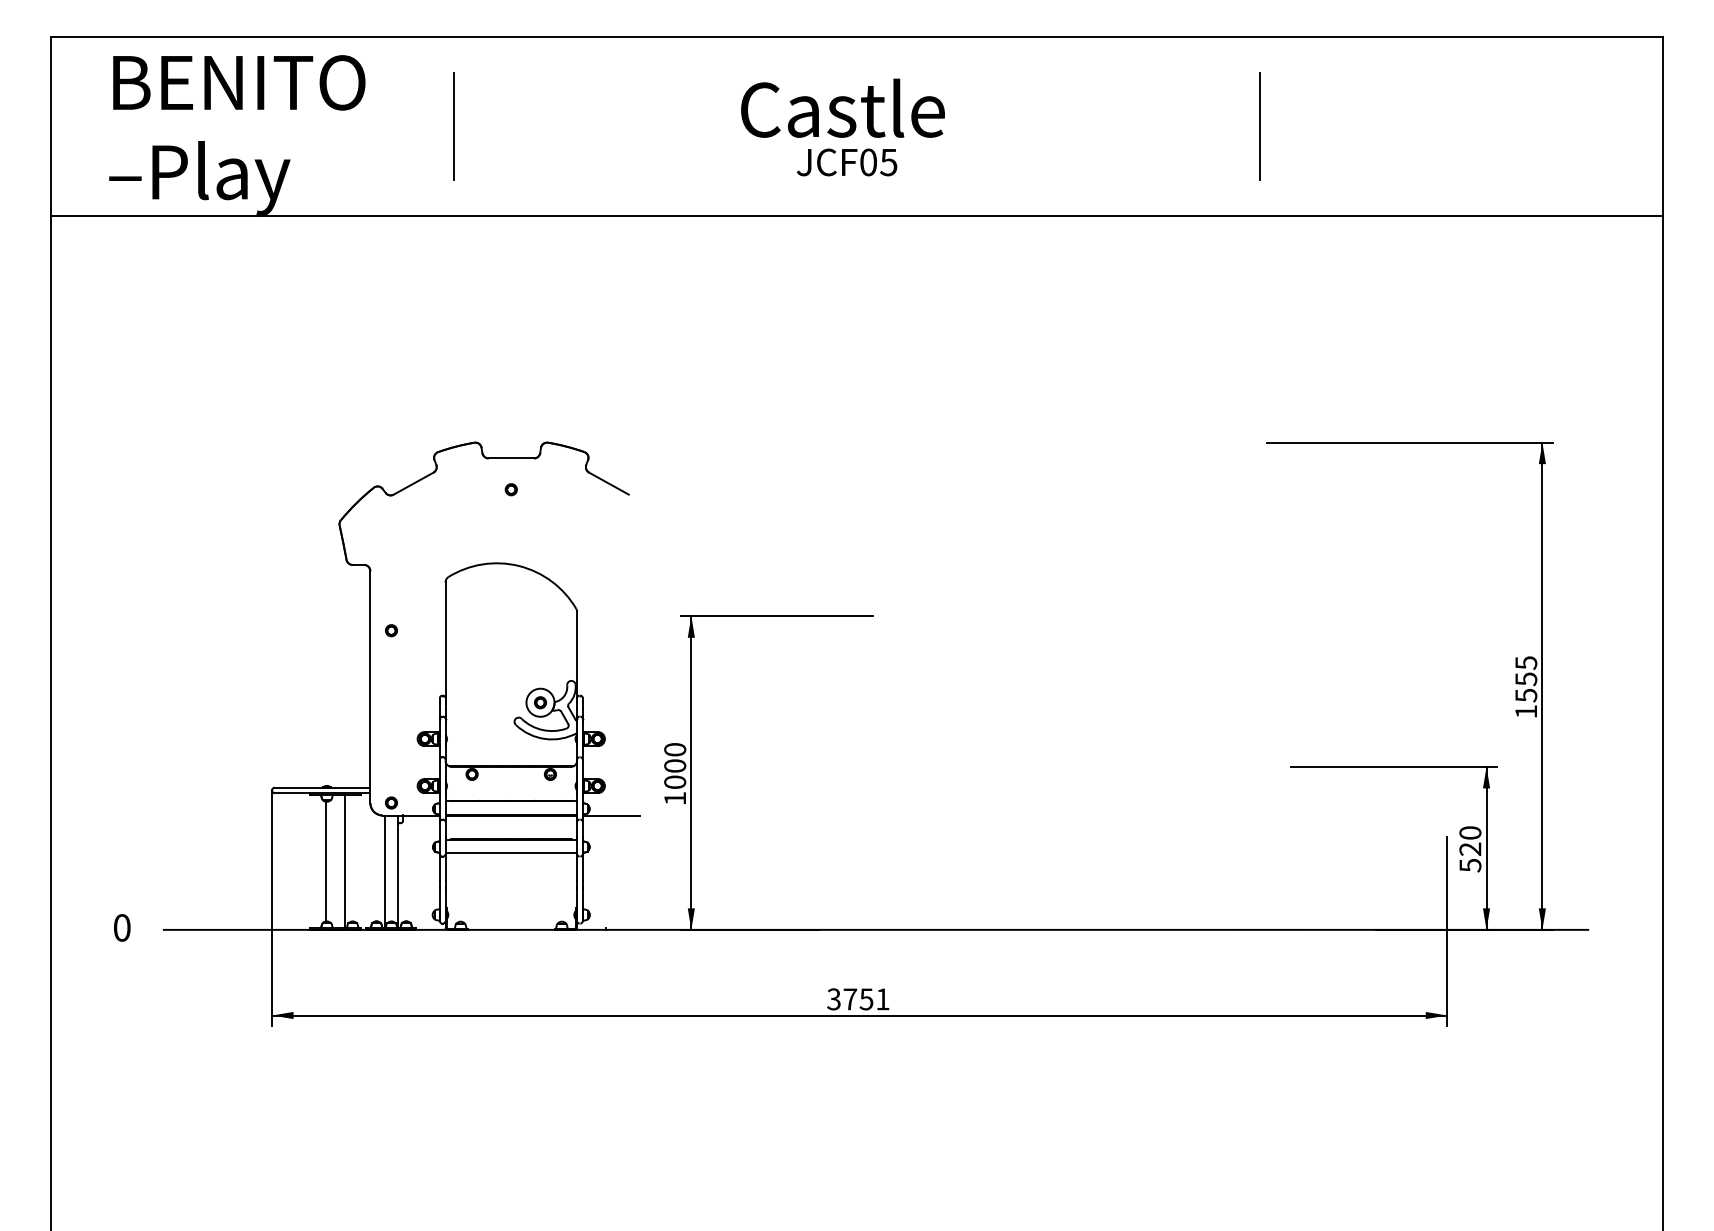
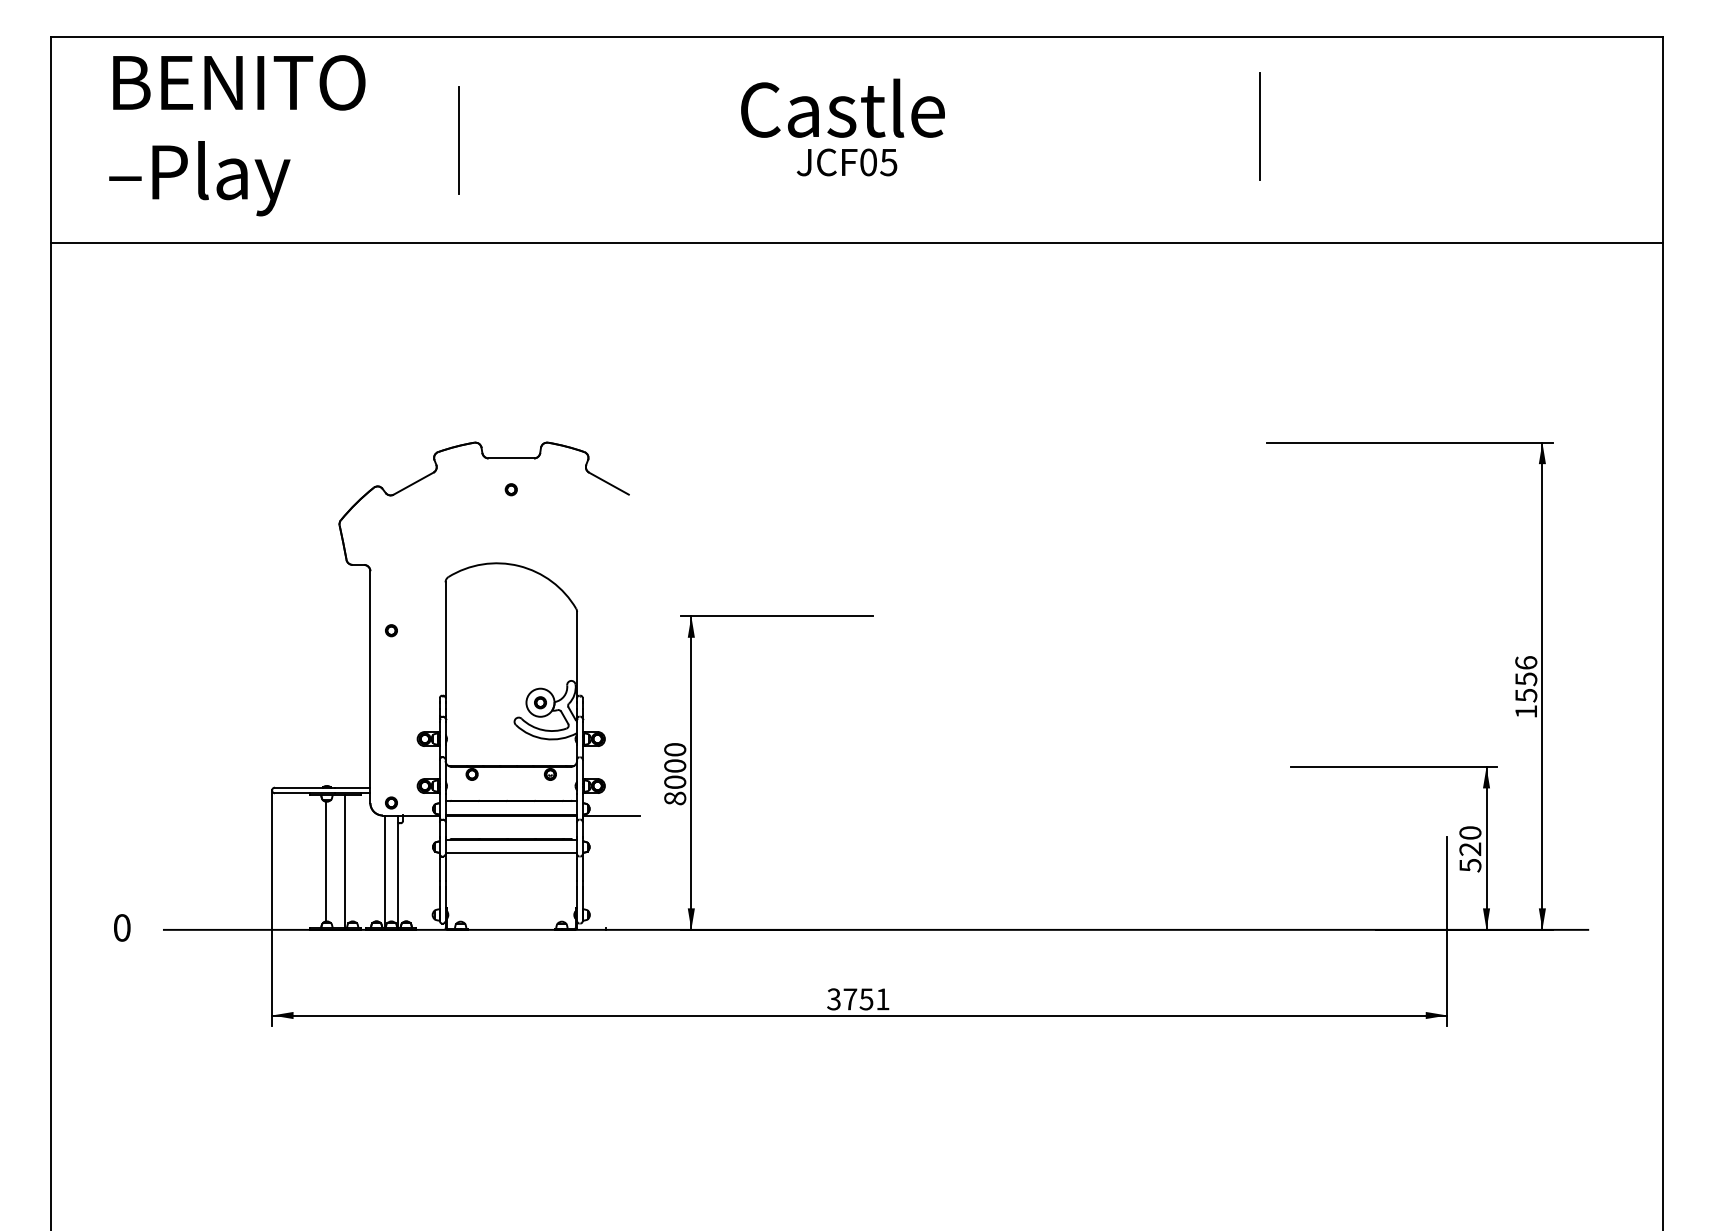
line at (453, 126) position: (453, 126) -> (458, 140)
line at (856, 216) position: (856, 216) -> (856, 243)
text at (1526, 662): 1555 -> 1556
text at (675, 798): 1000 -> 8000
